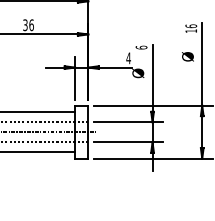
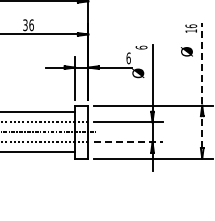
text at (187, 56) position: (187, 56) -> (186, 51)
text at (128, 58): 4 -> 6
line at (202, 90): solid -> dashed
line at (128, 142): solid -> dashed
